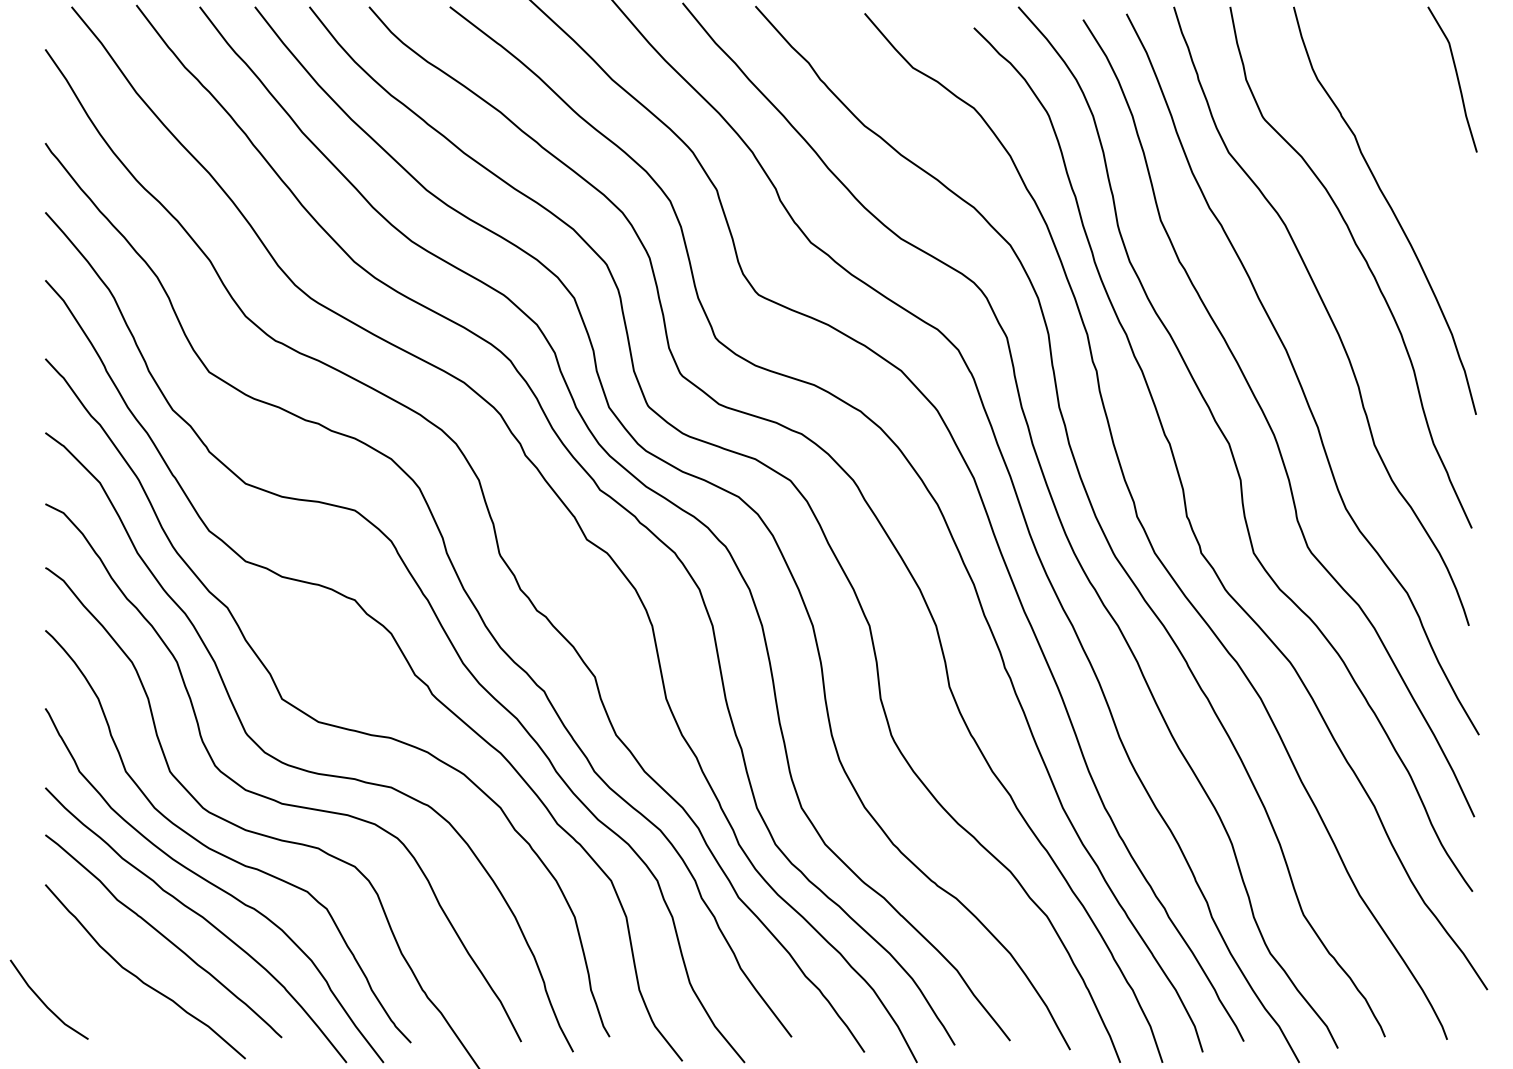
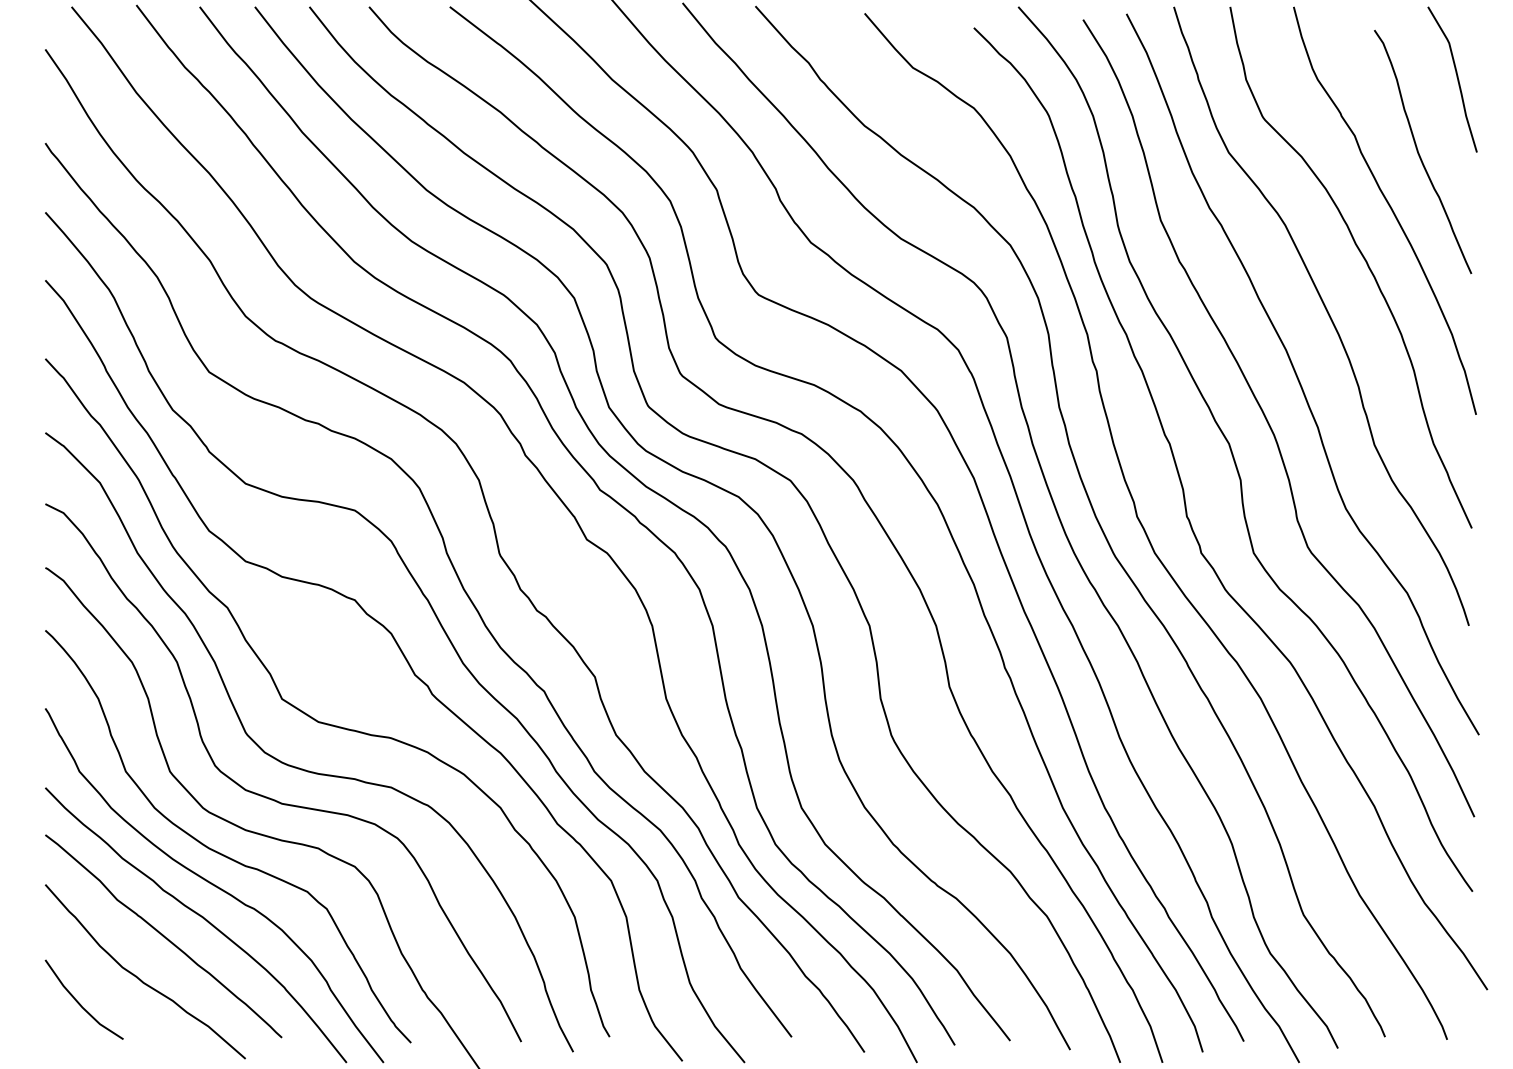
curve at (1419, 153): none -> present
line at (44, 1002) position: (44, 1002) -> (79, 1002)
